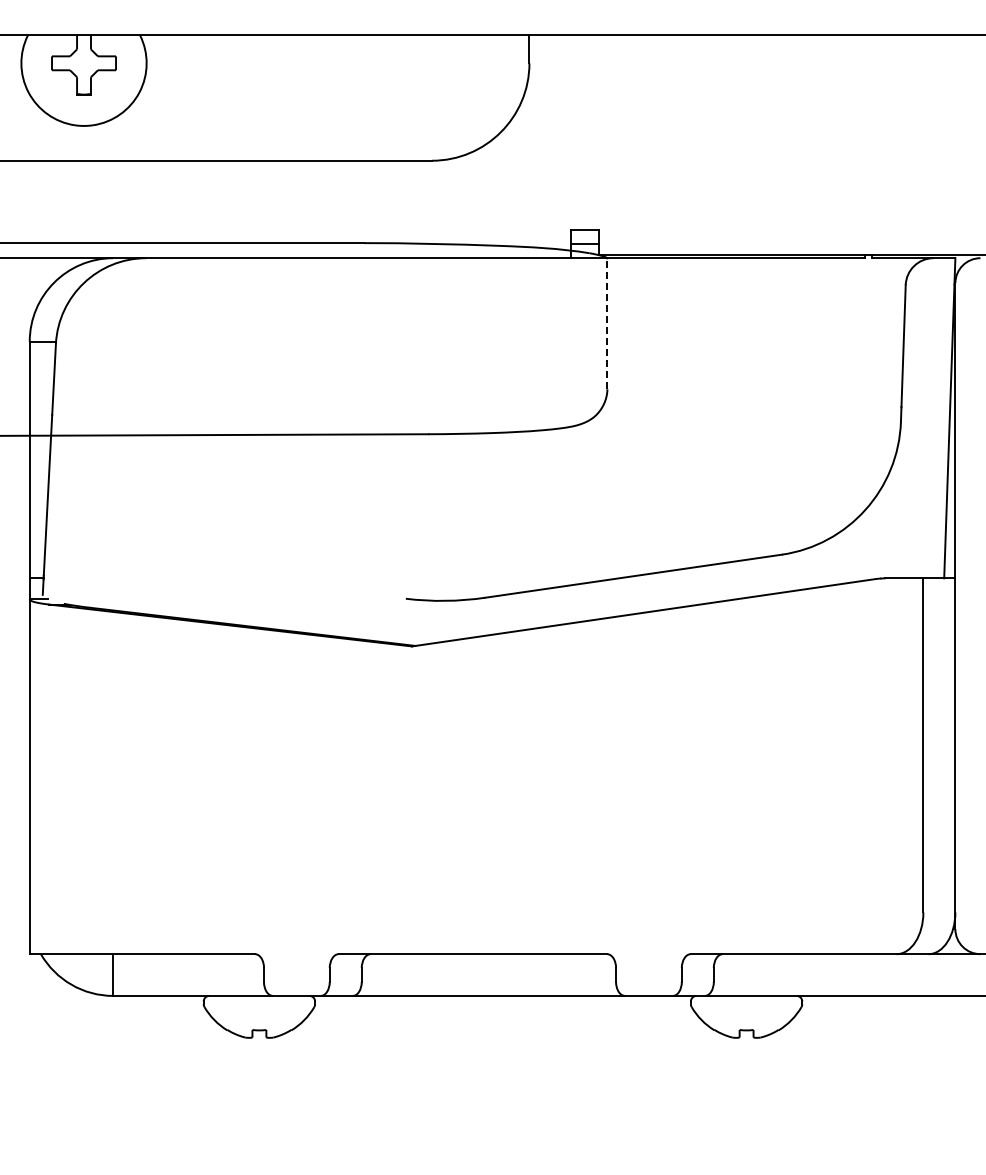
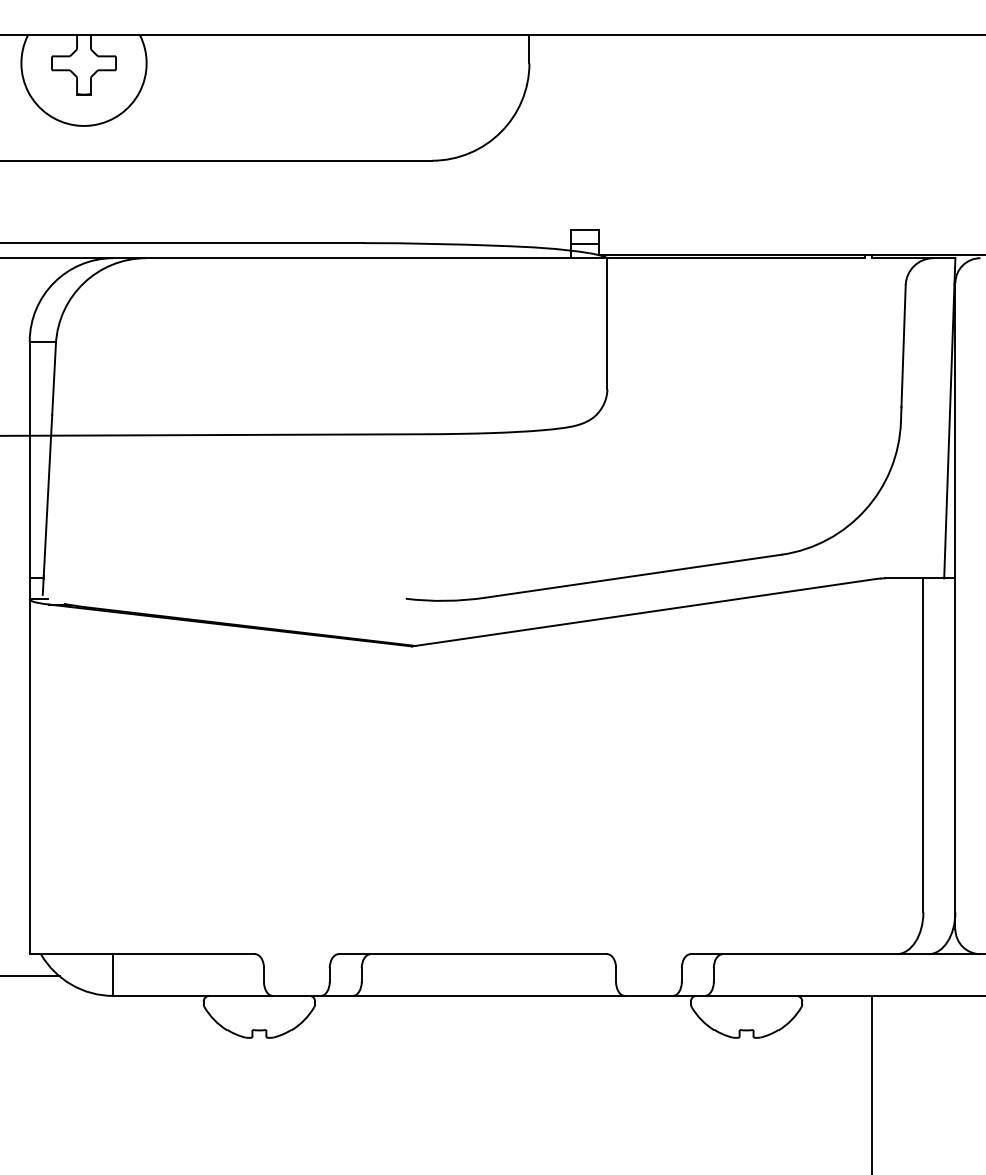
line at (607, 324): dashed -> solid
line at (30, 976): none -> present
line at (871, 1083): none -> present
